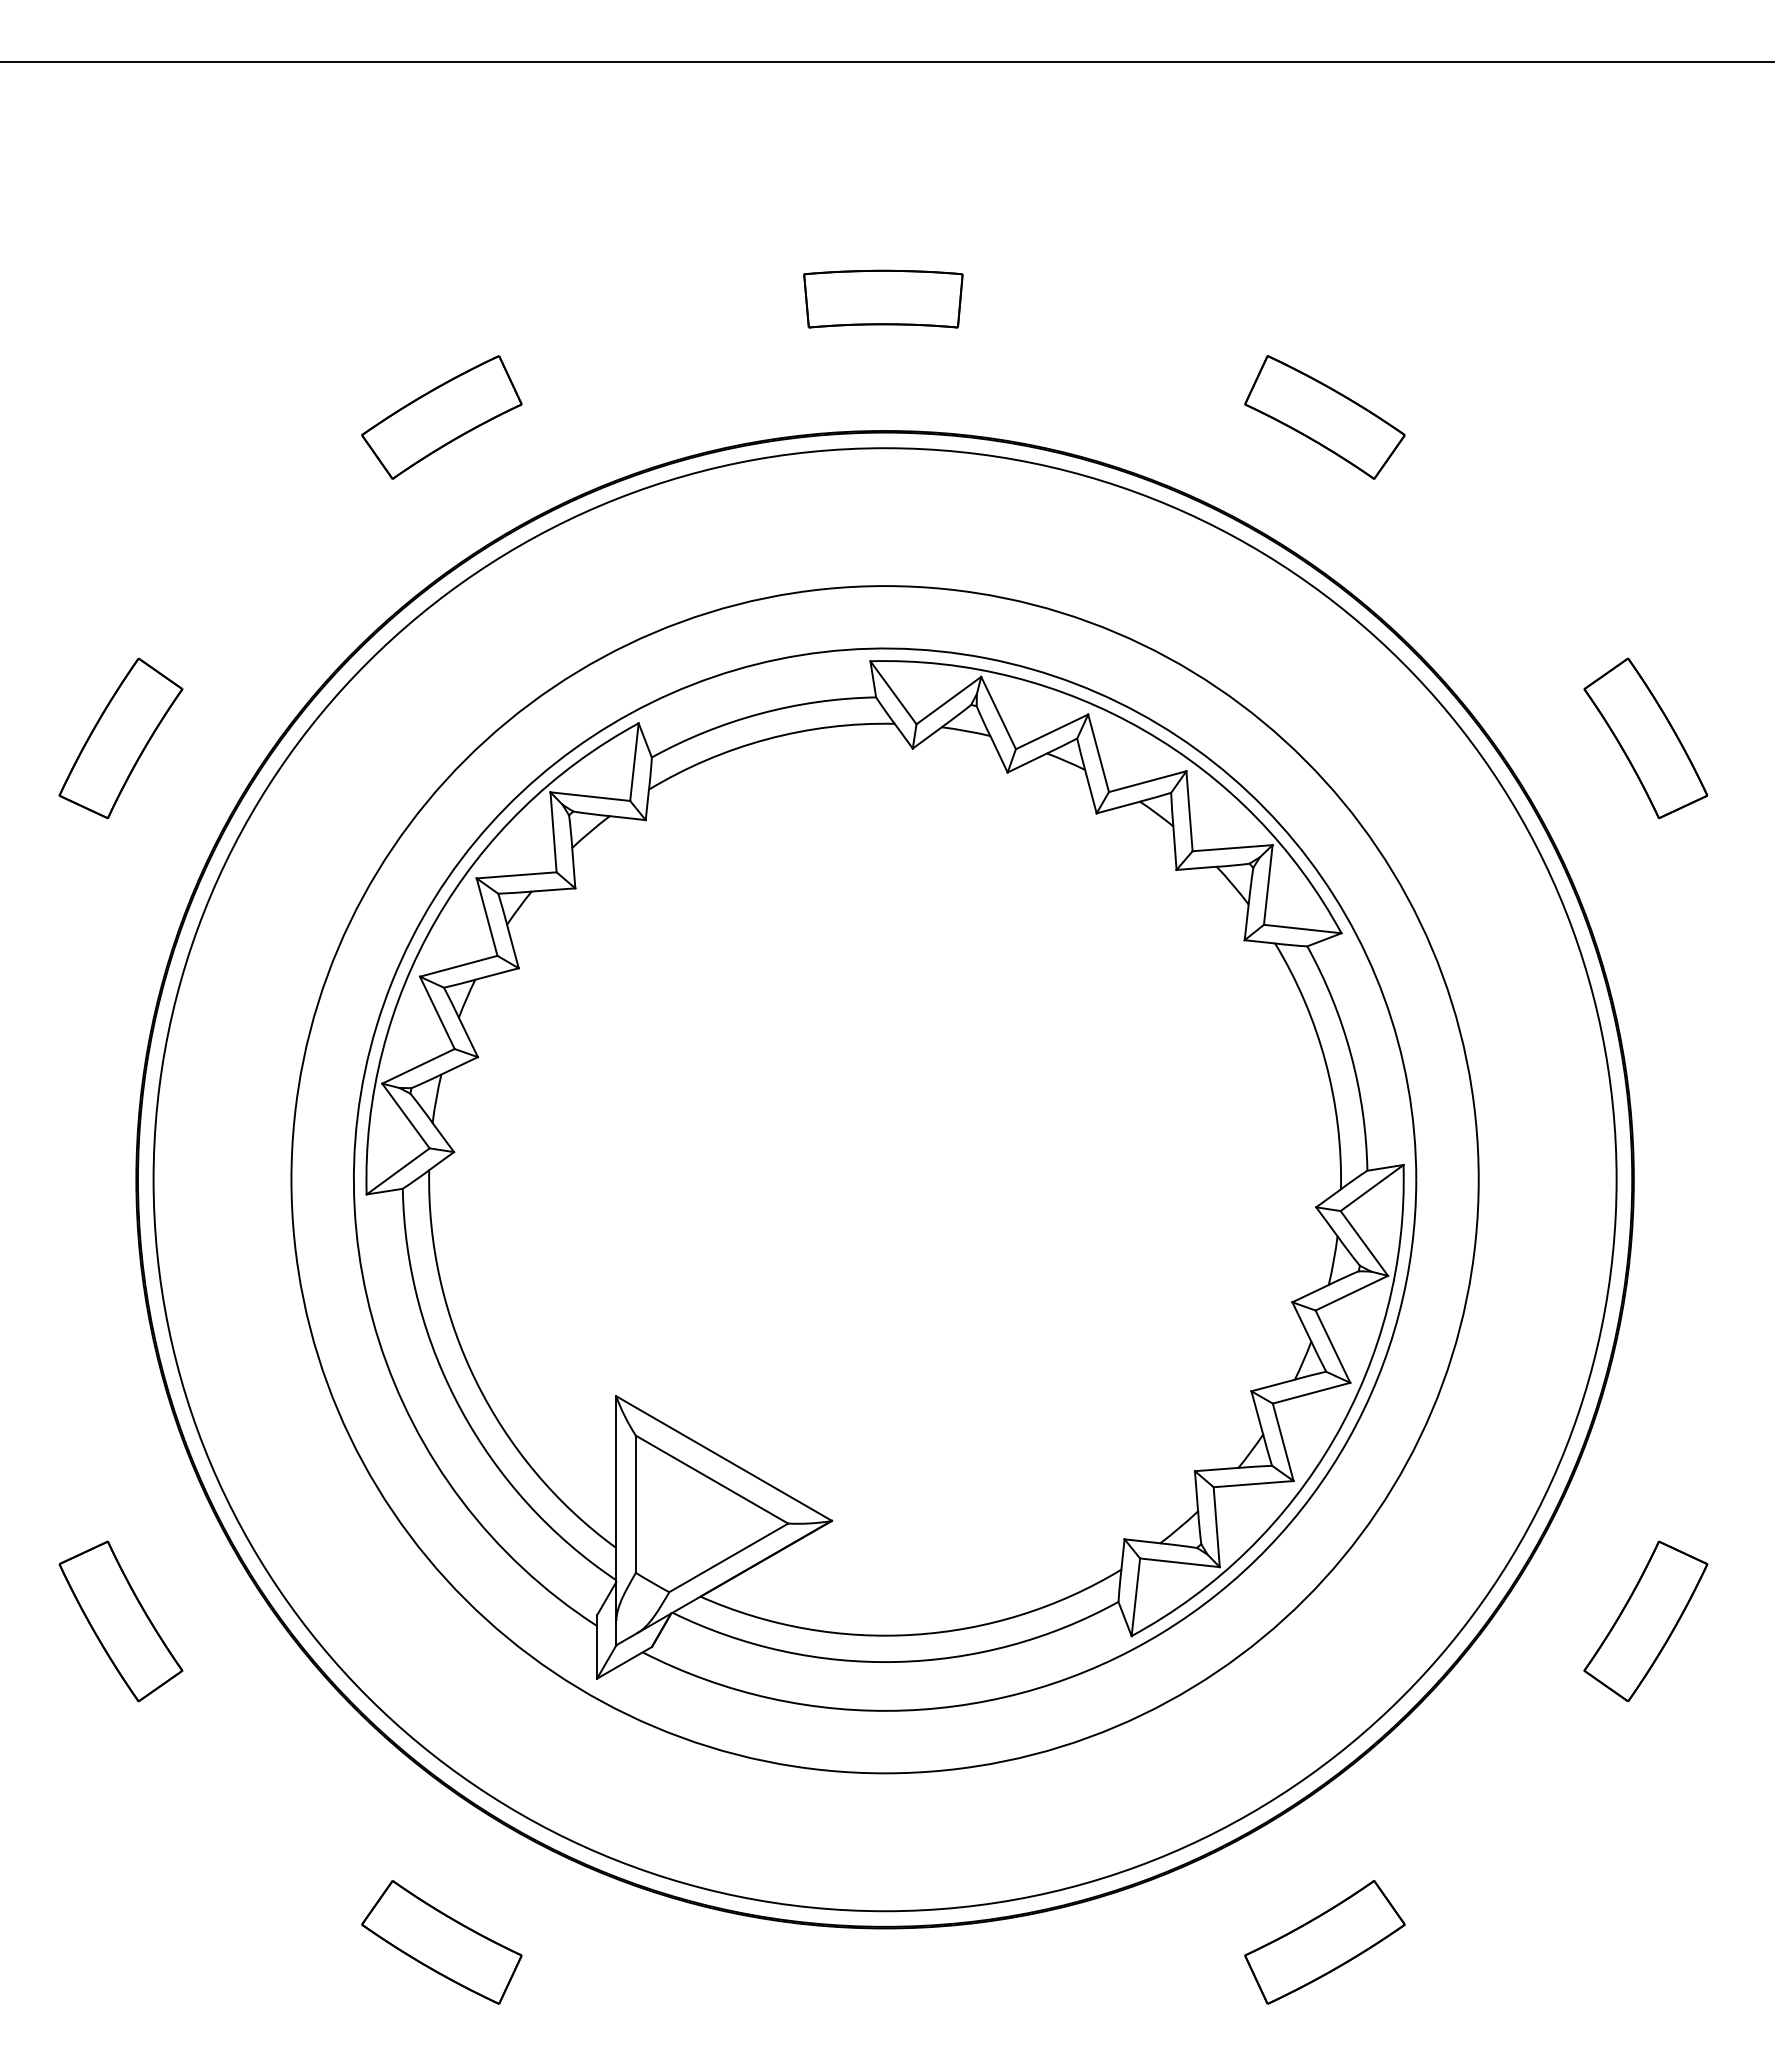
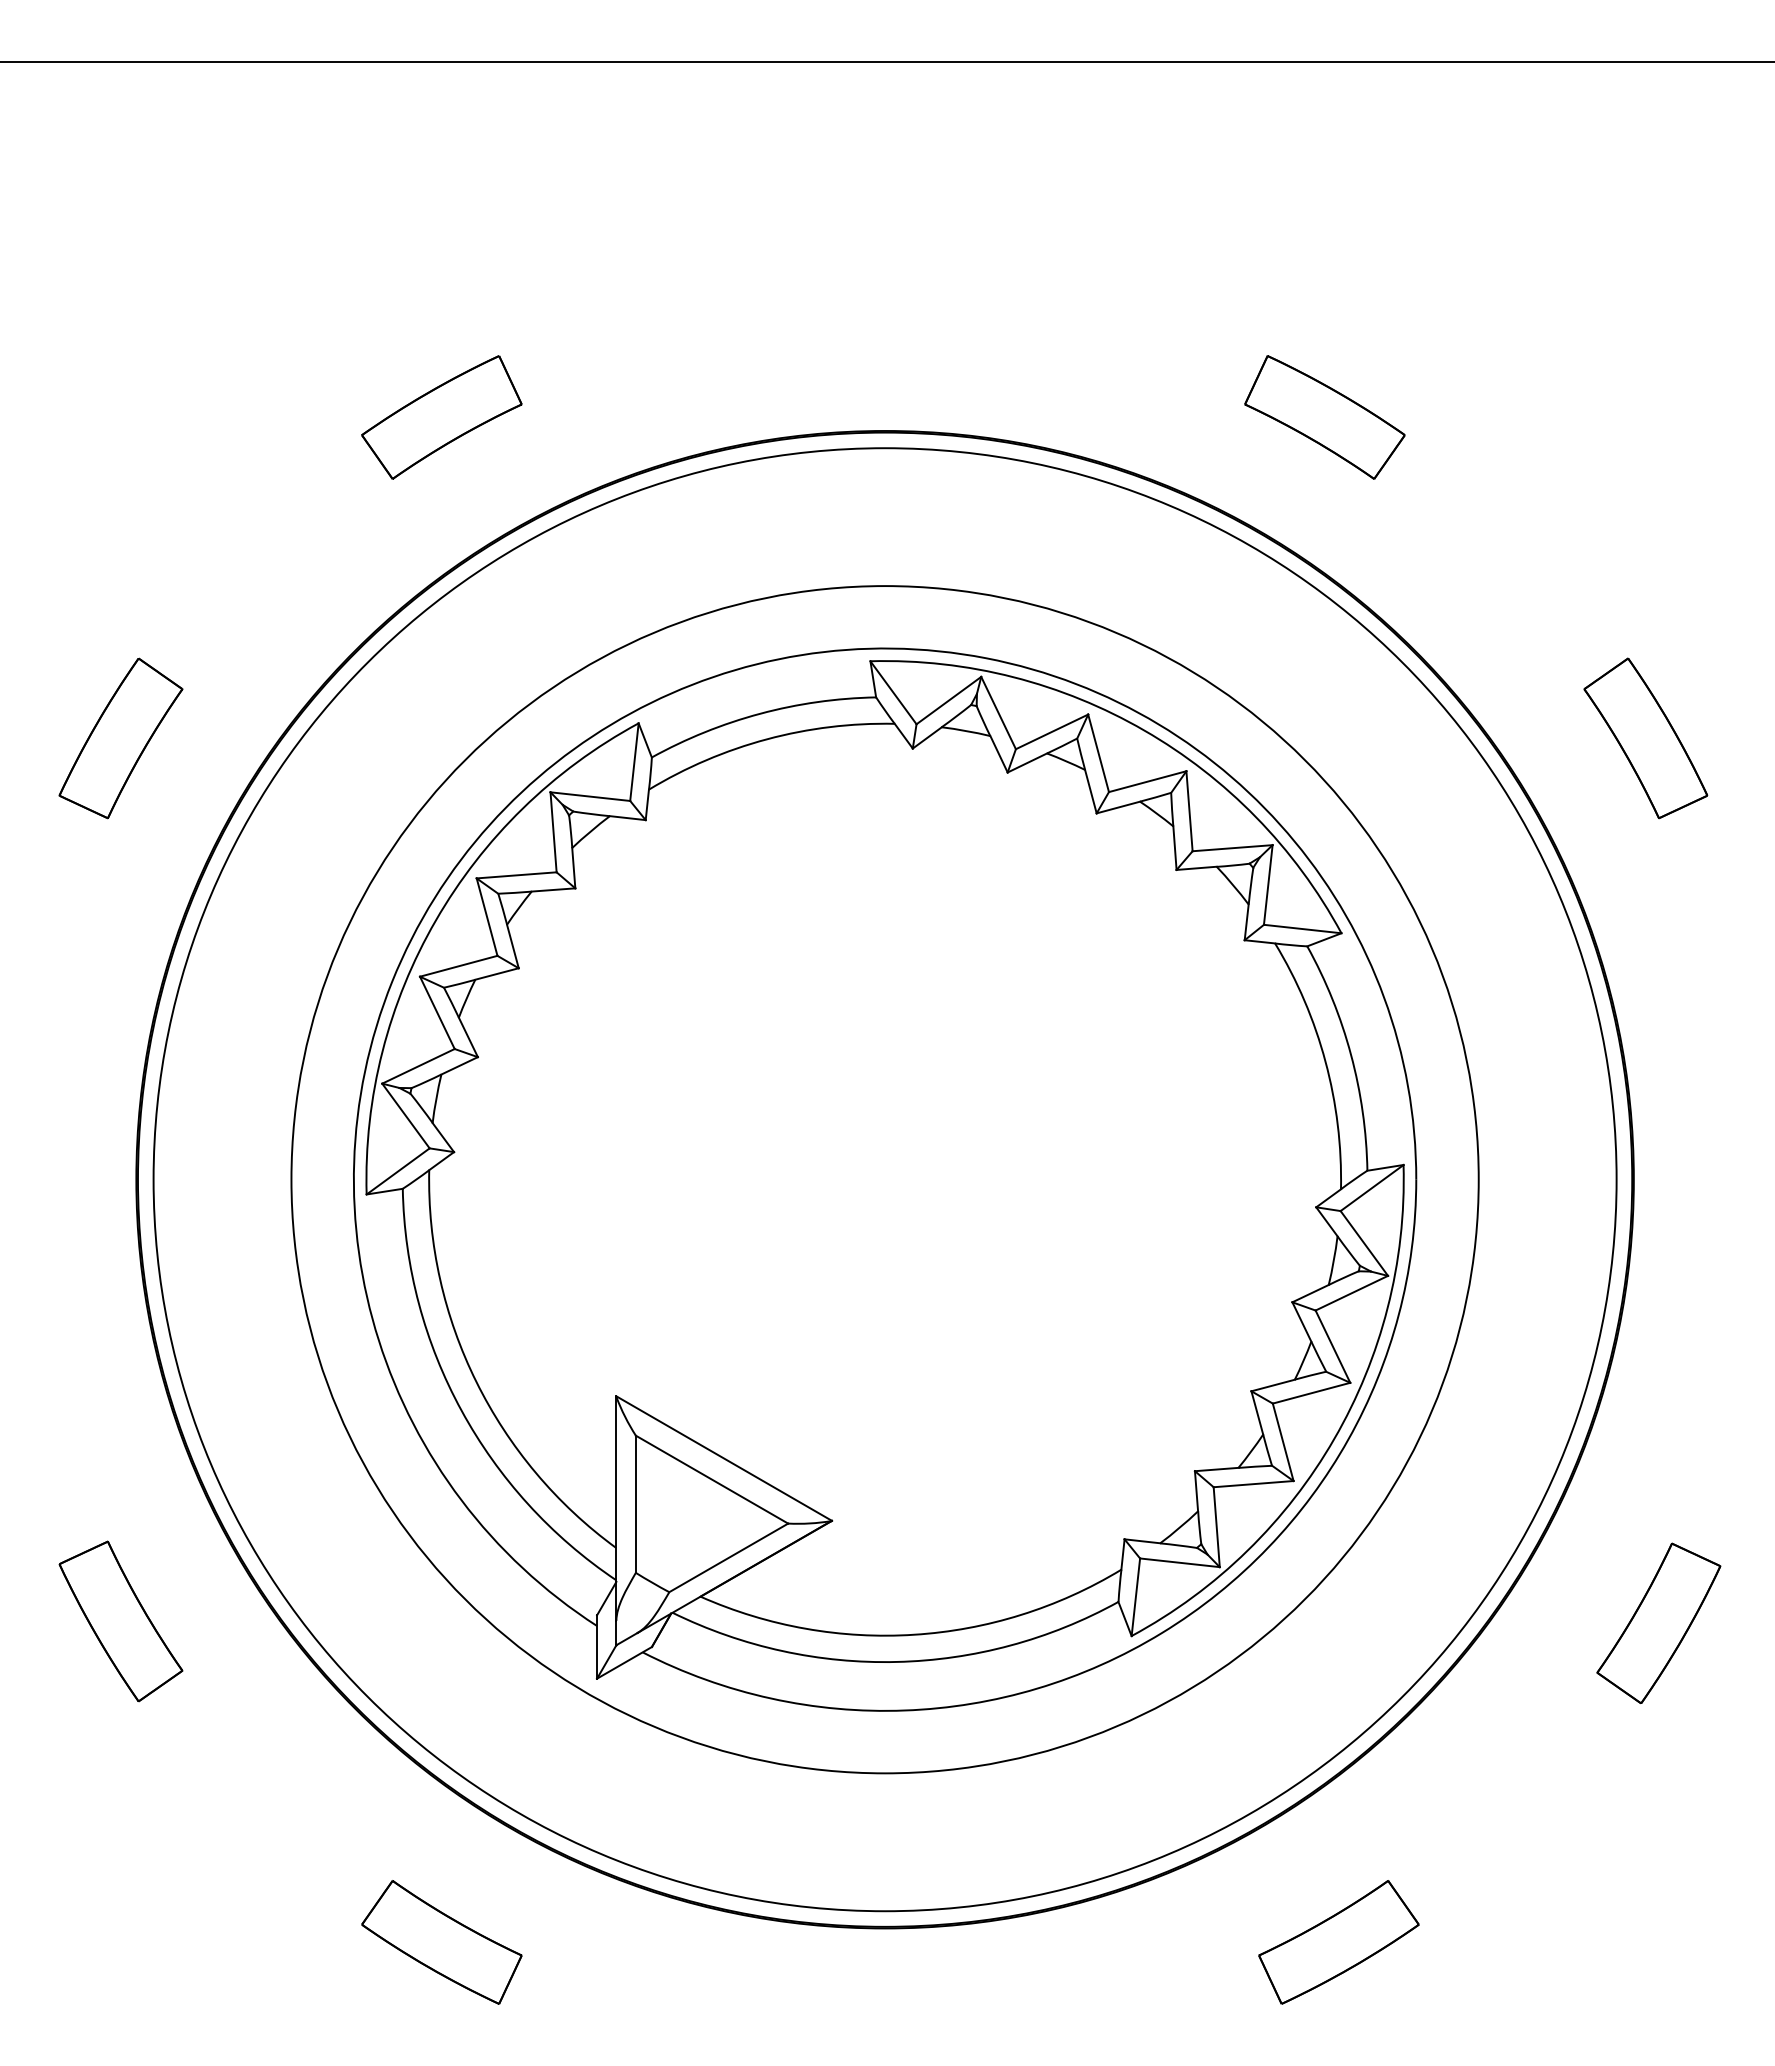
part at (883, 298): present -> none
part at (1645, 1620) position: (1645, 1620) -> (1658, 1622)
part at (1324, 1942) position: (1324, 1942) -> (1338, 1942)
